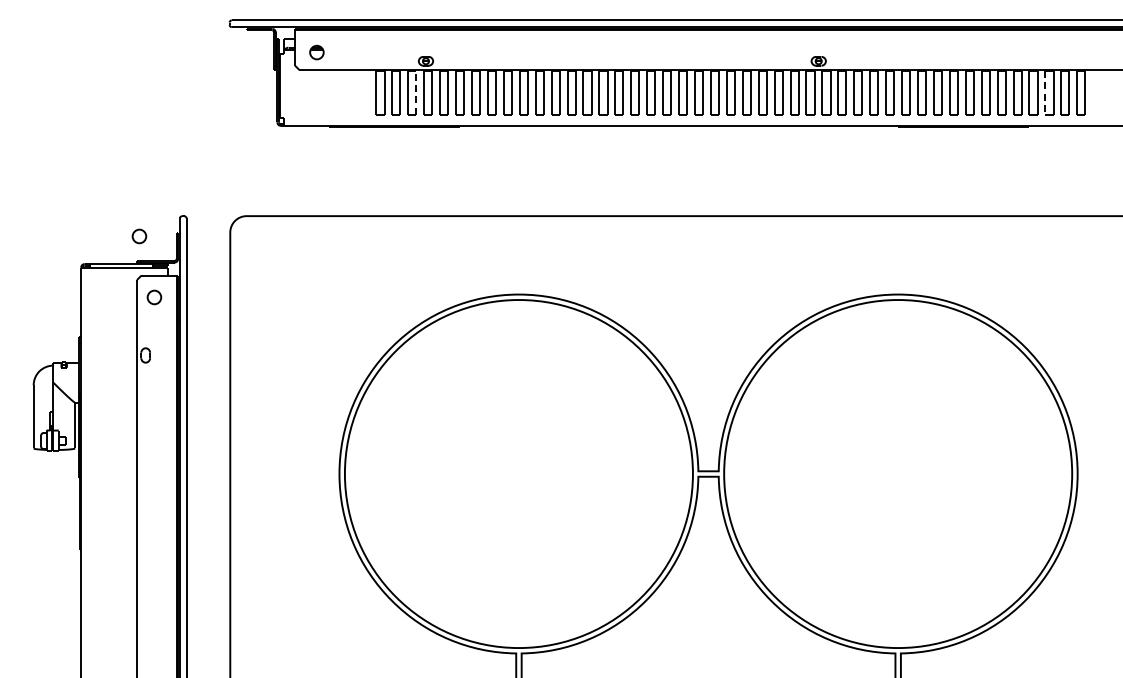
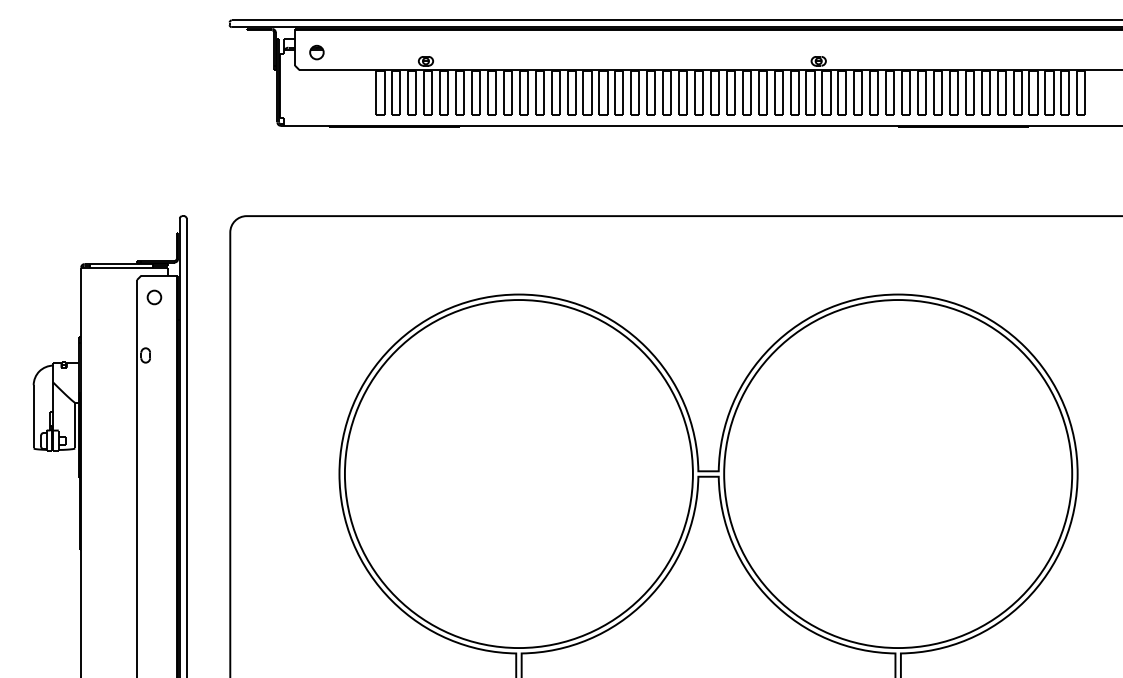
line at (416, 92): dashed -> solid
line at (1045, 92): dashed -> solid
part at (139, 236): present -> none
